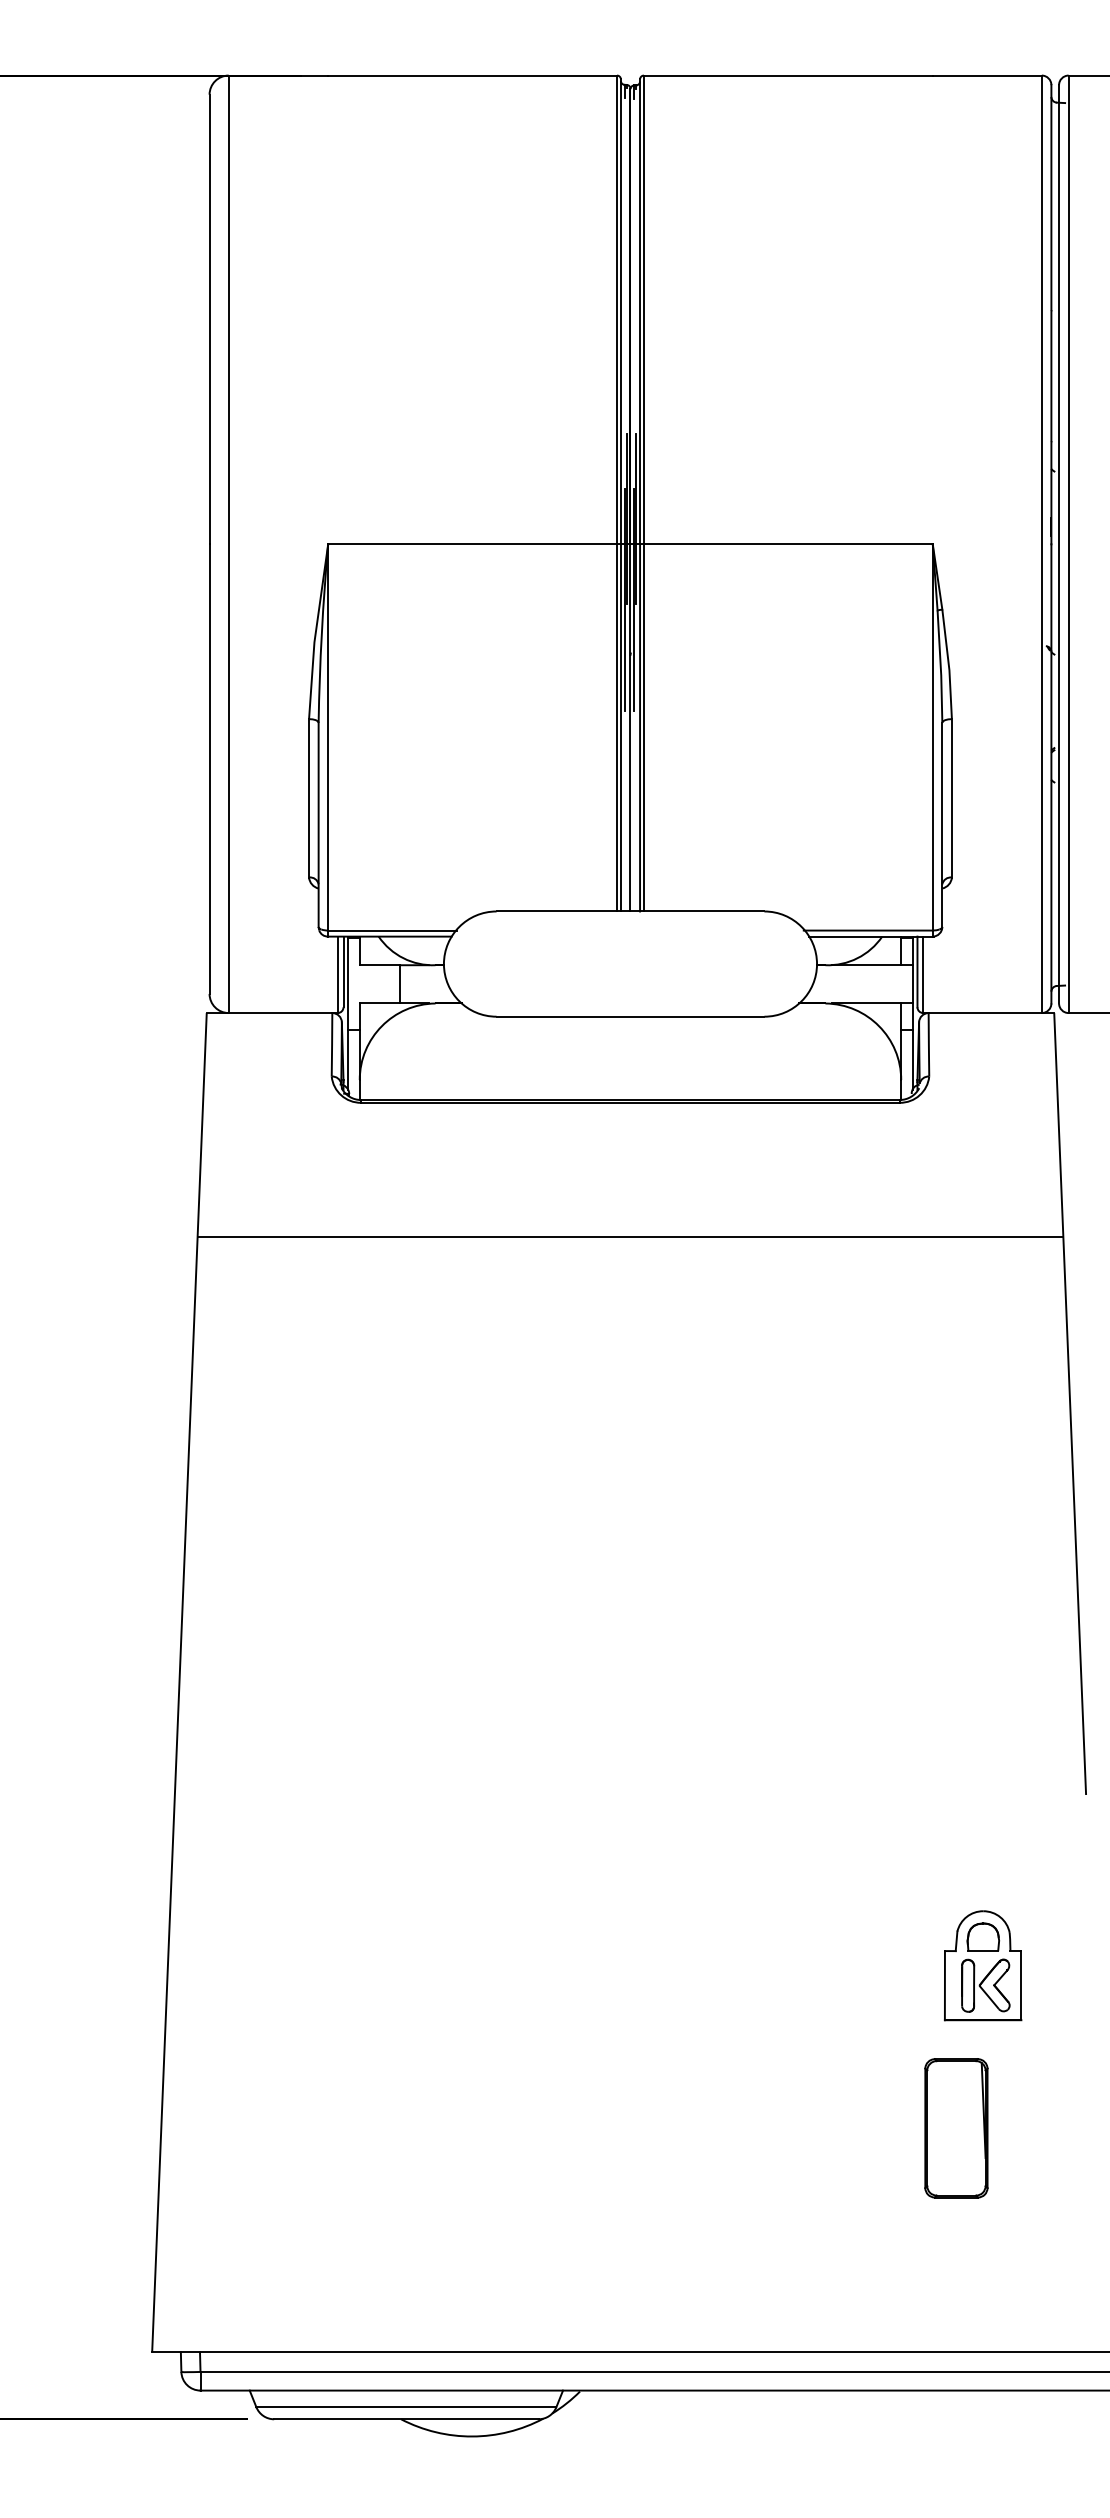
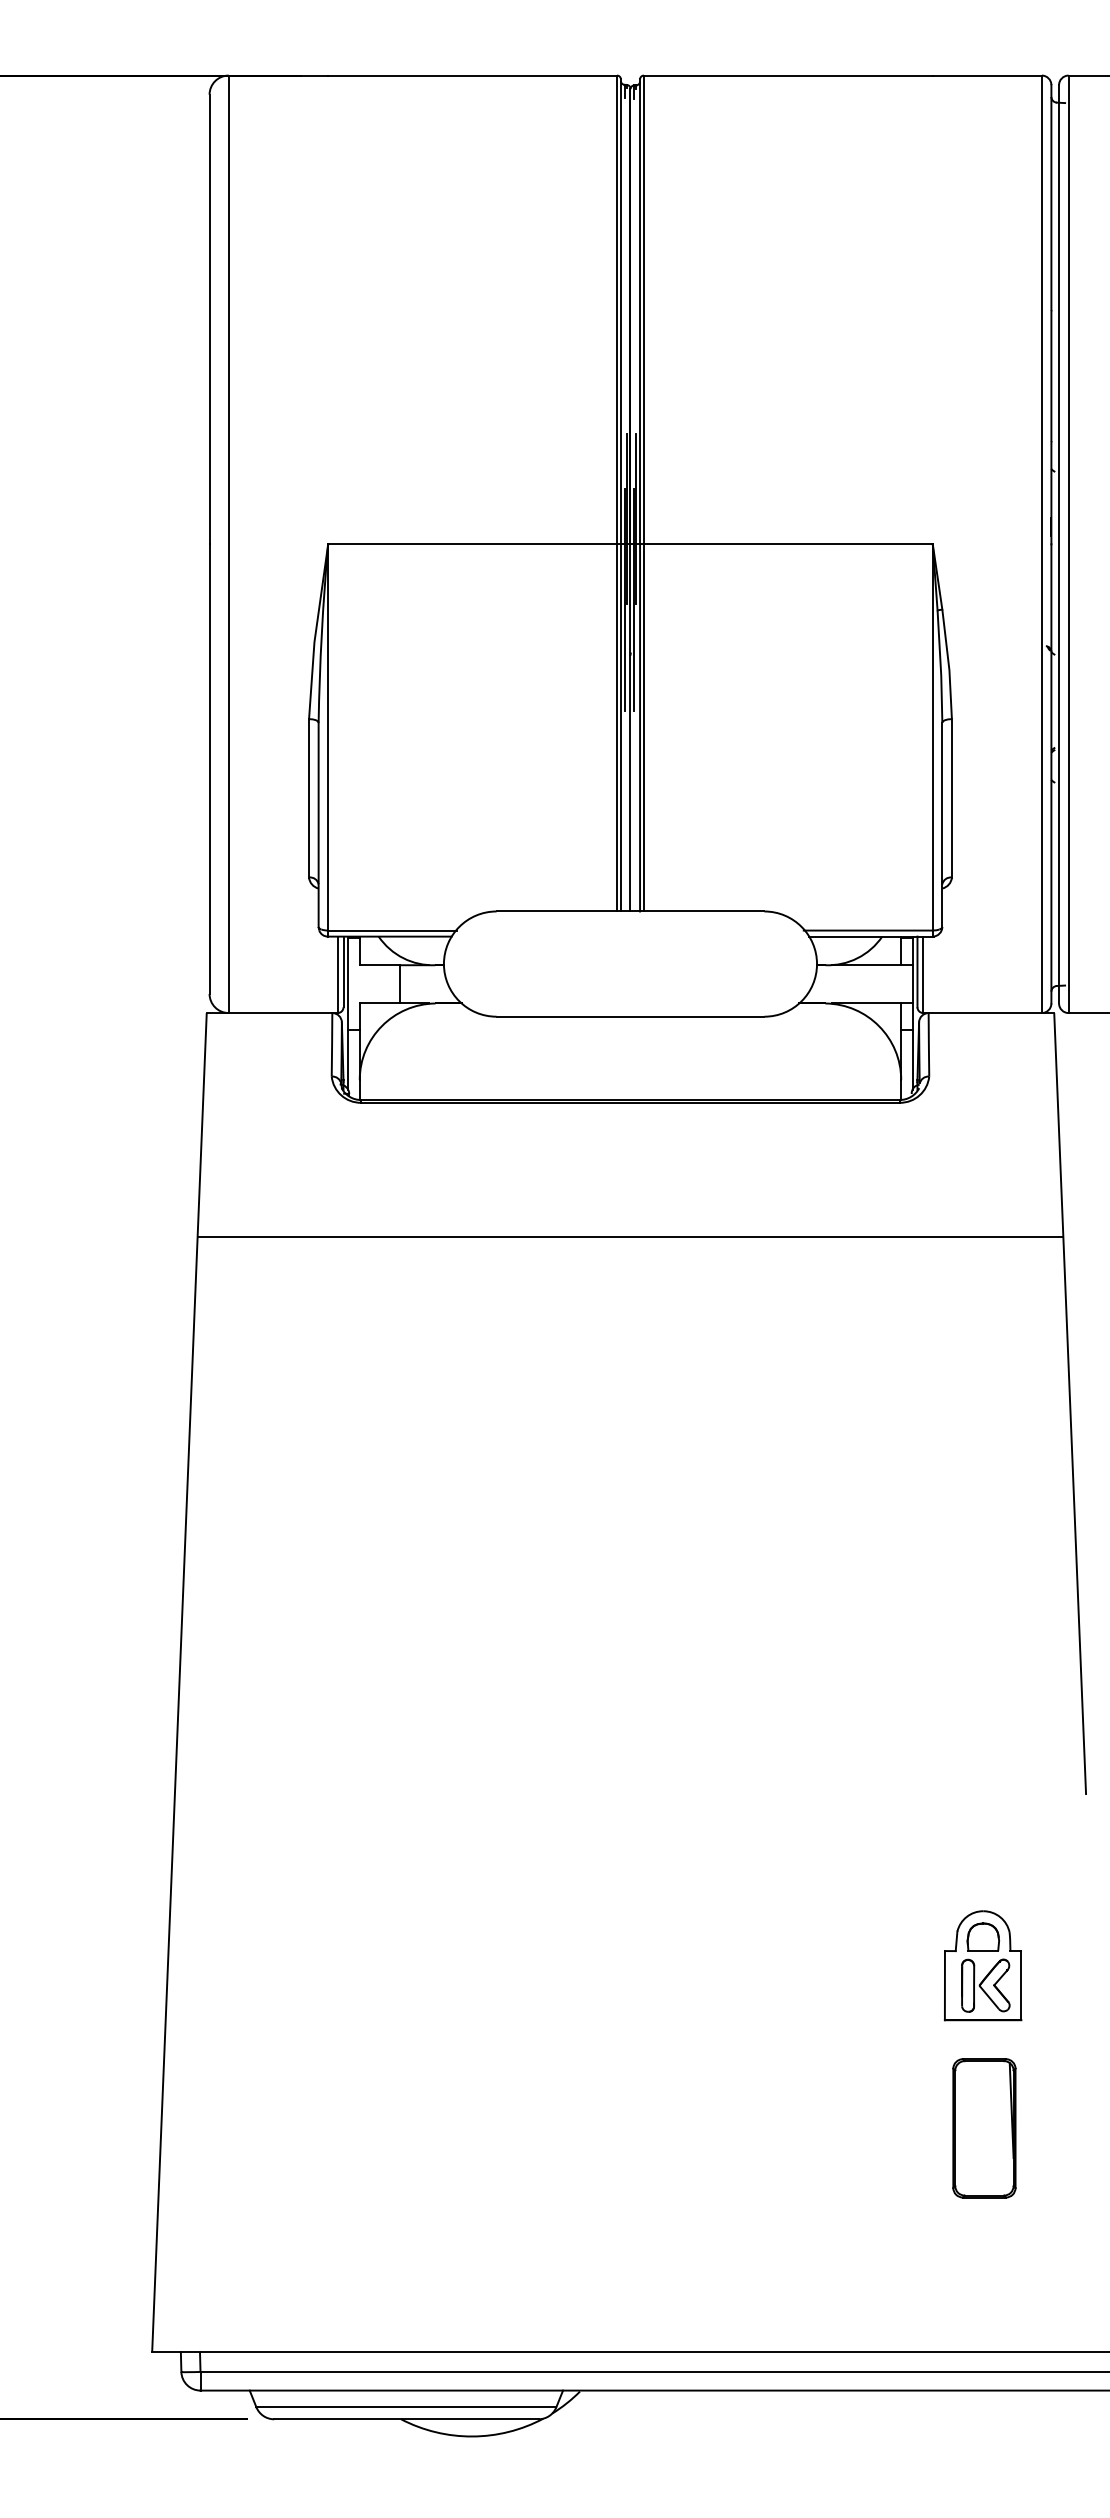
part at (956, 2128) position: (956, 2128) -> (984, 2128)
